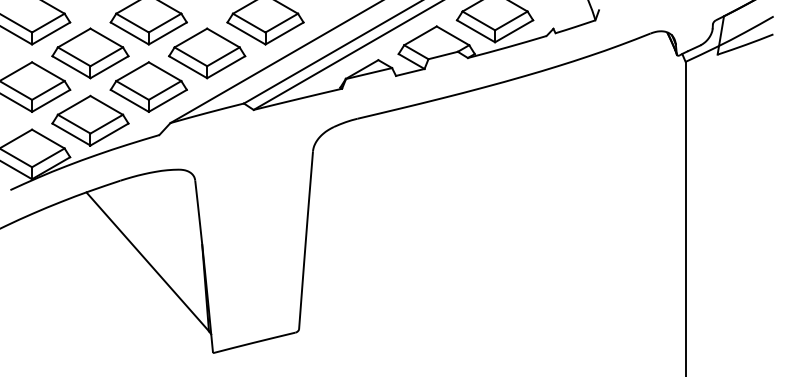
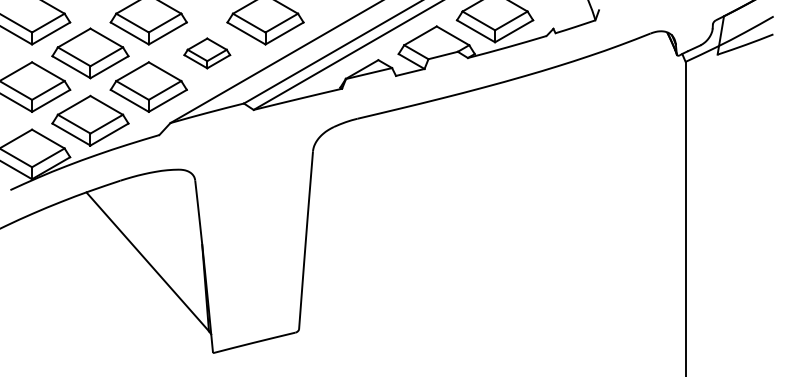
part at (207, 53) size: 79x53 px -> 49x33 px
